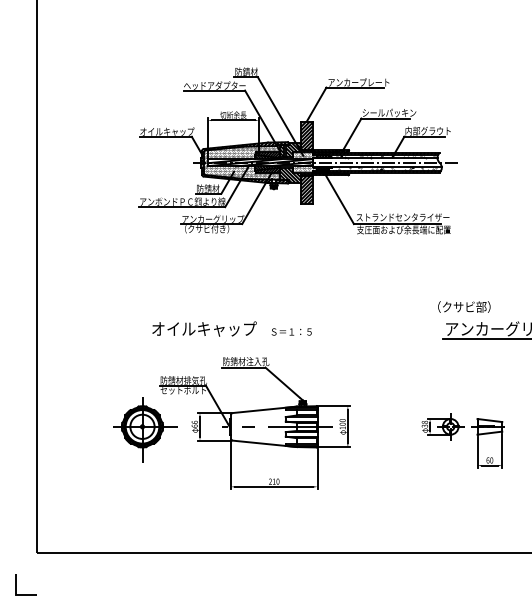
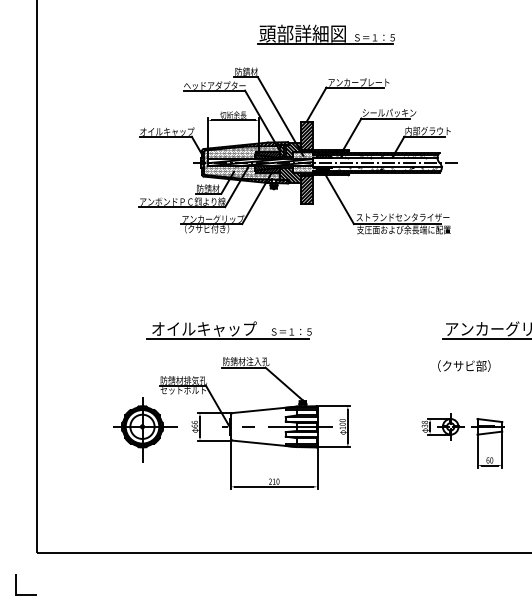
part at (325, 34): none -> present
text at (464, 306) position: (464, 306) -> (464, 365)
line at (227, 338): none -> present
